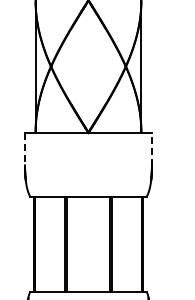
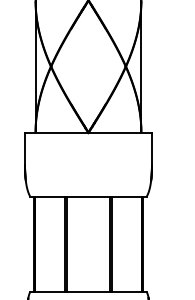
line at (25, 149): dashed -> solid
line at (151, 149): dashed -> solid
